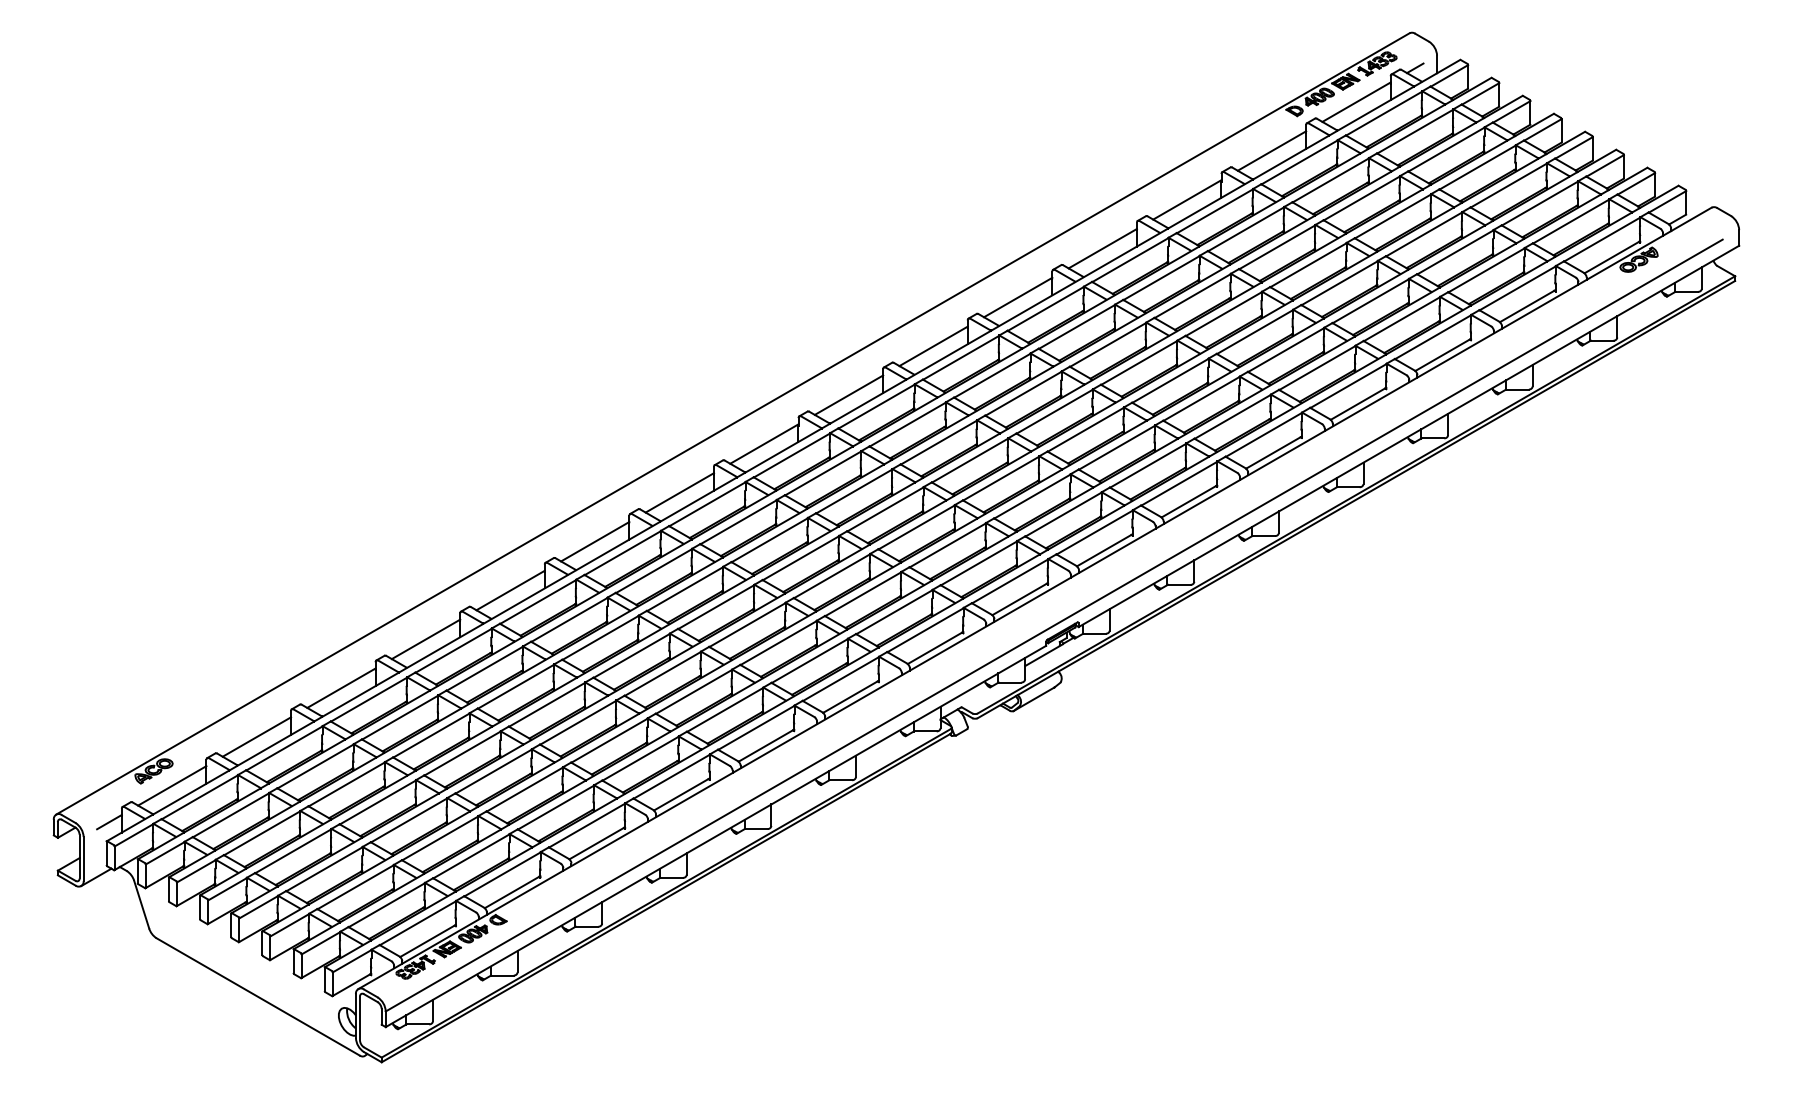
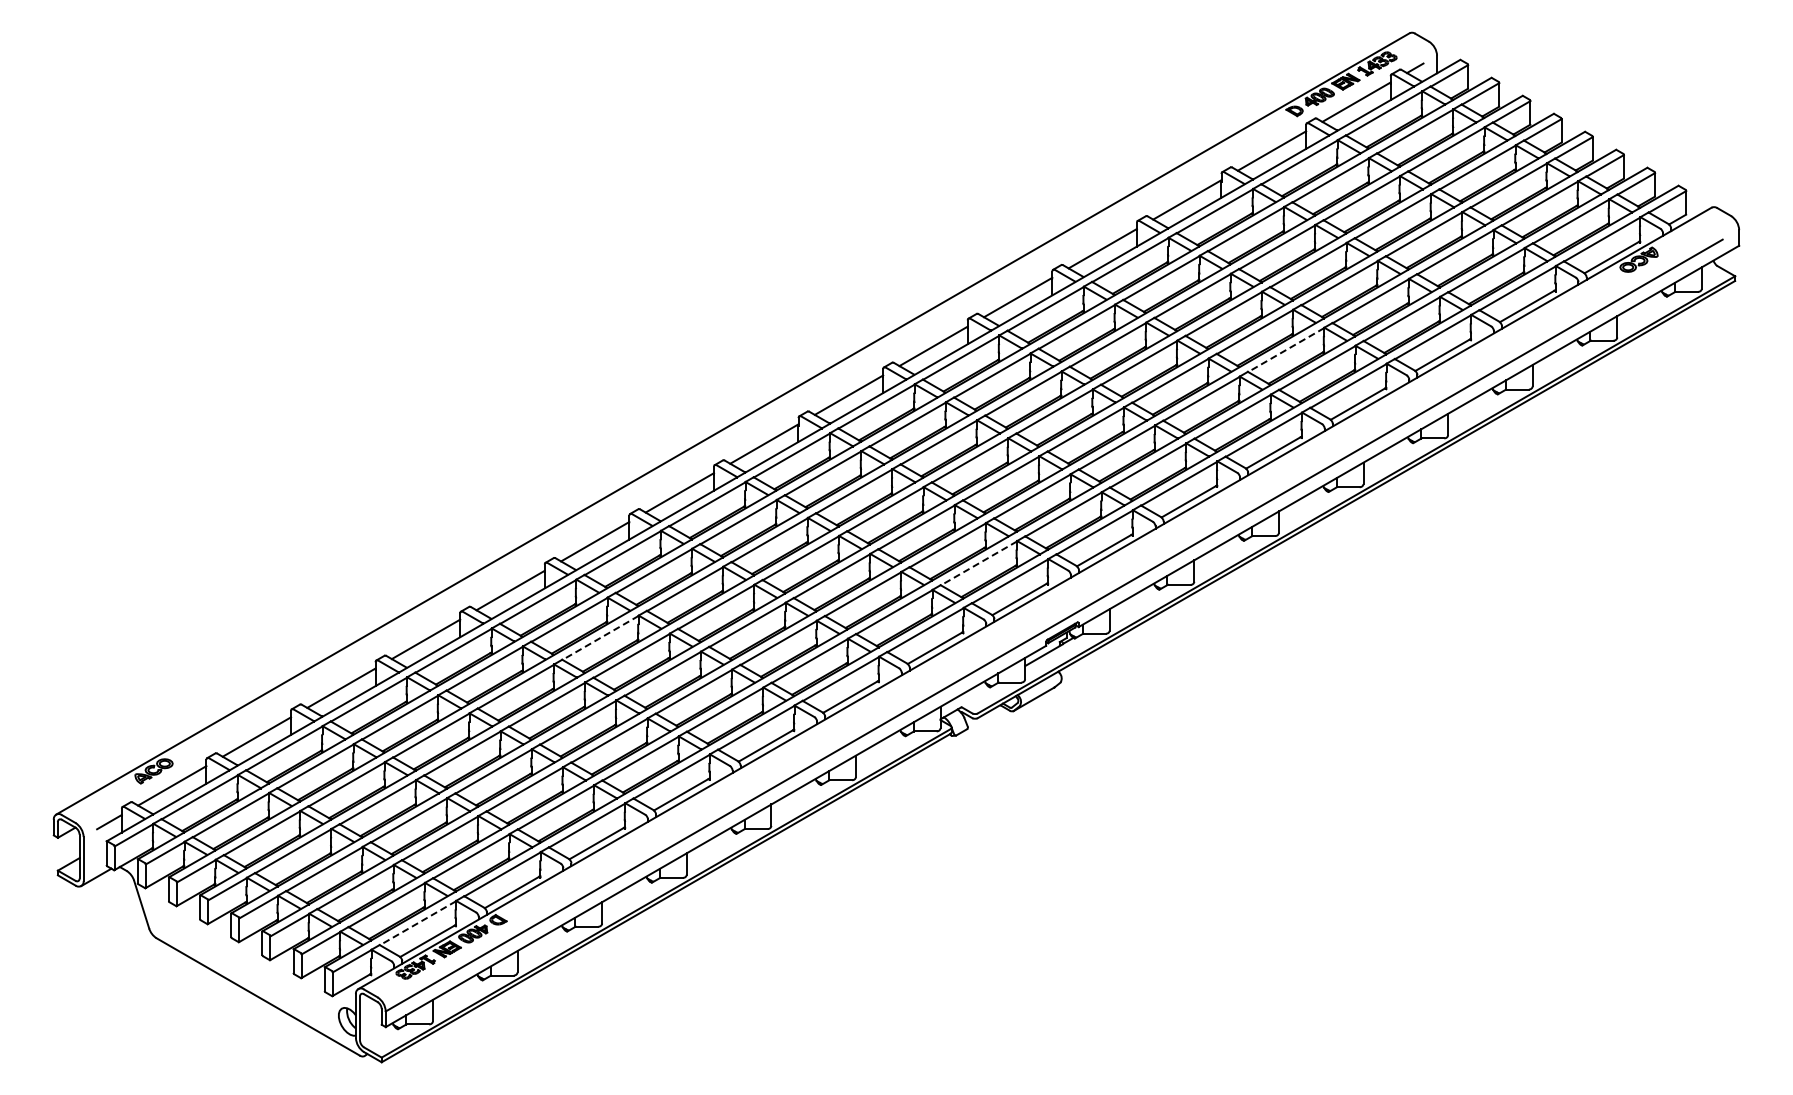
line at (1286, 350): solid -> dashed
line at (979, 563): solid -> dashed
line at (600, 637): solid -> dashed
line at (418, 923): solid -> dashed
